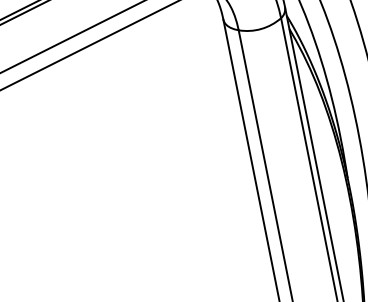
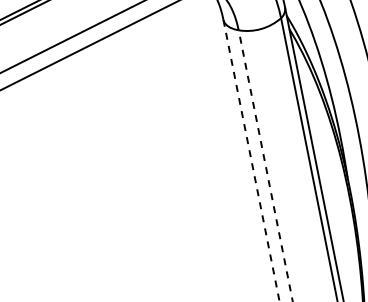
line at (251, 160): solid -> dashed
line at (265, 165): solid -> dashed
